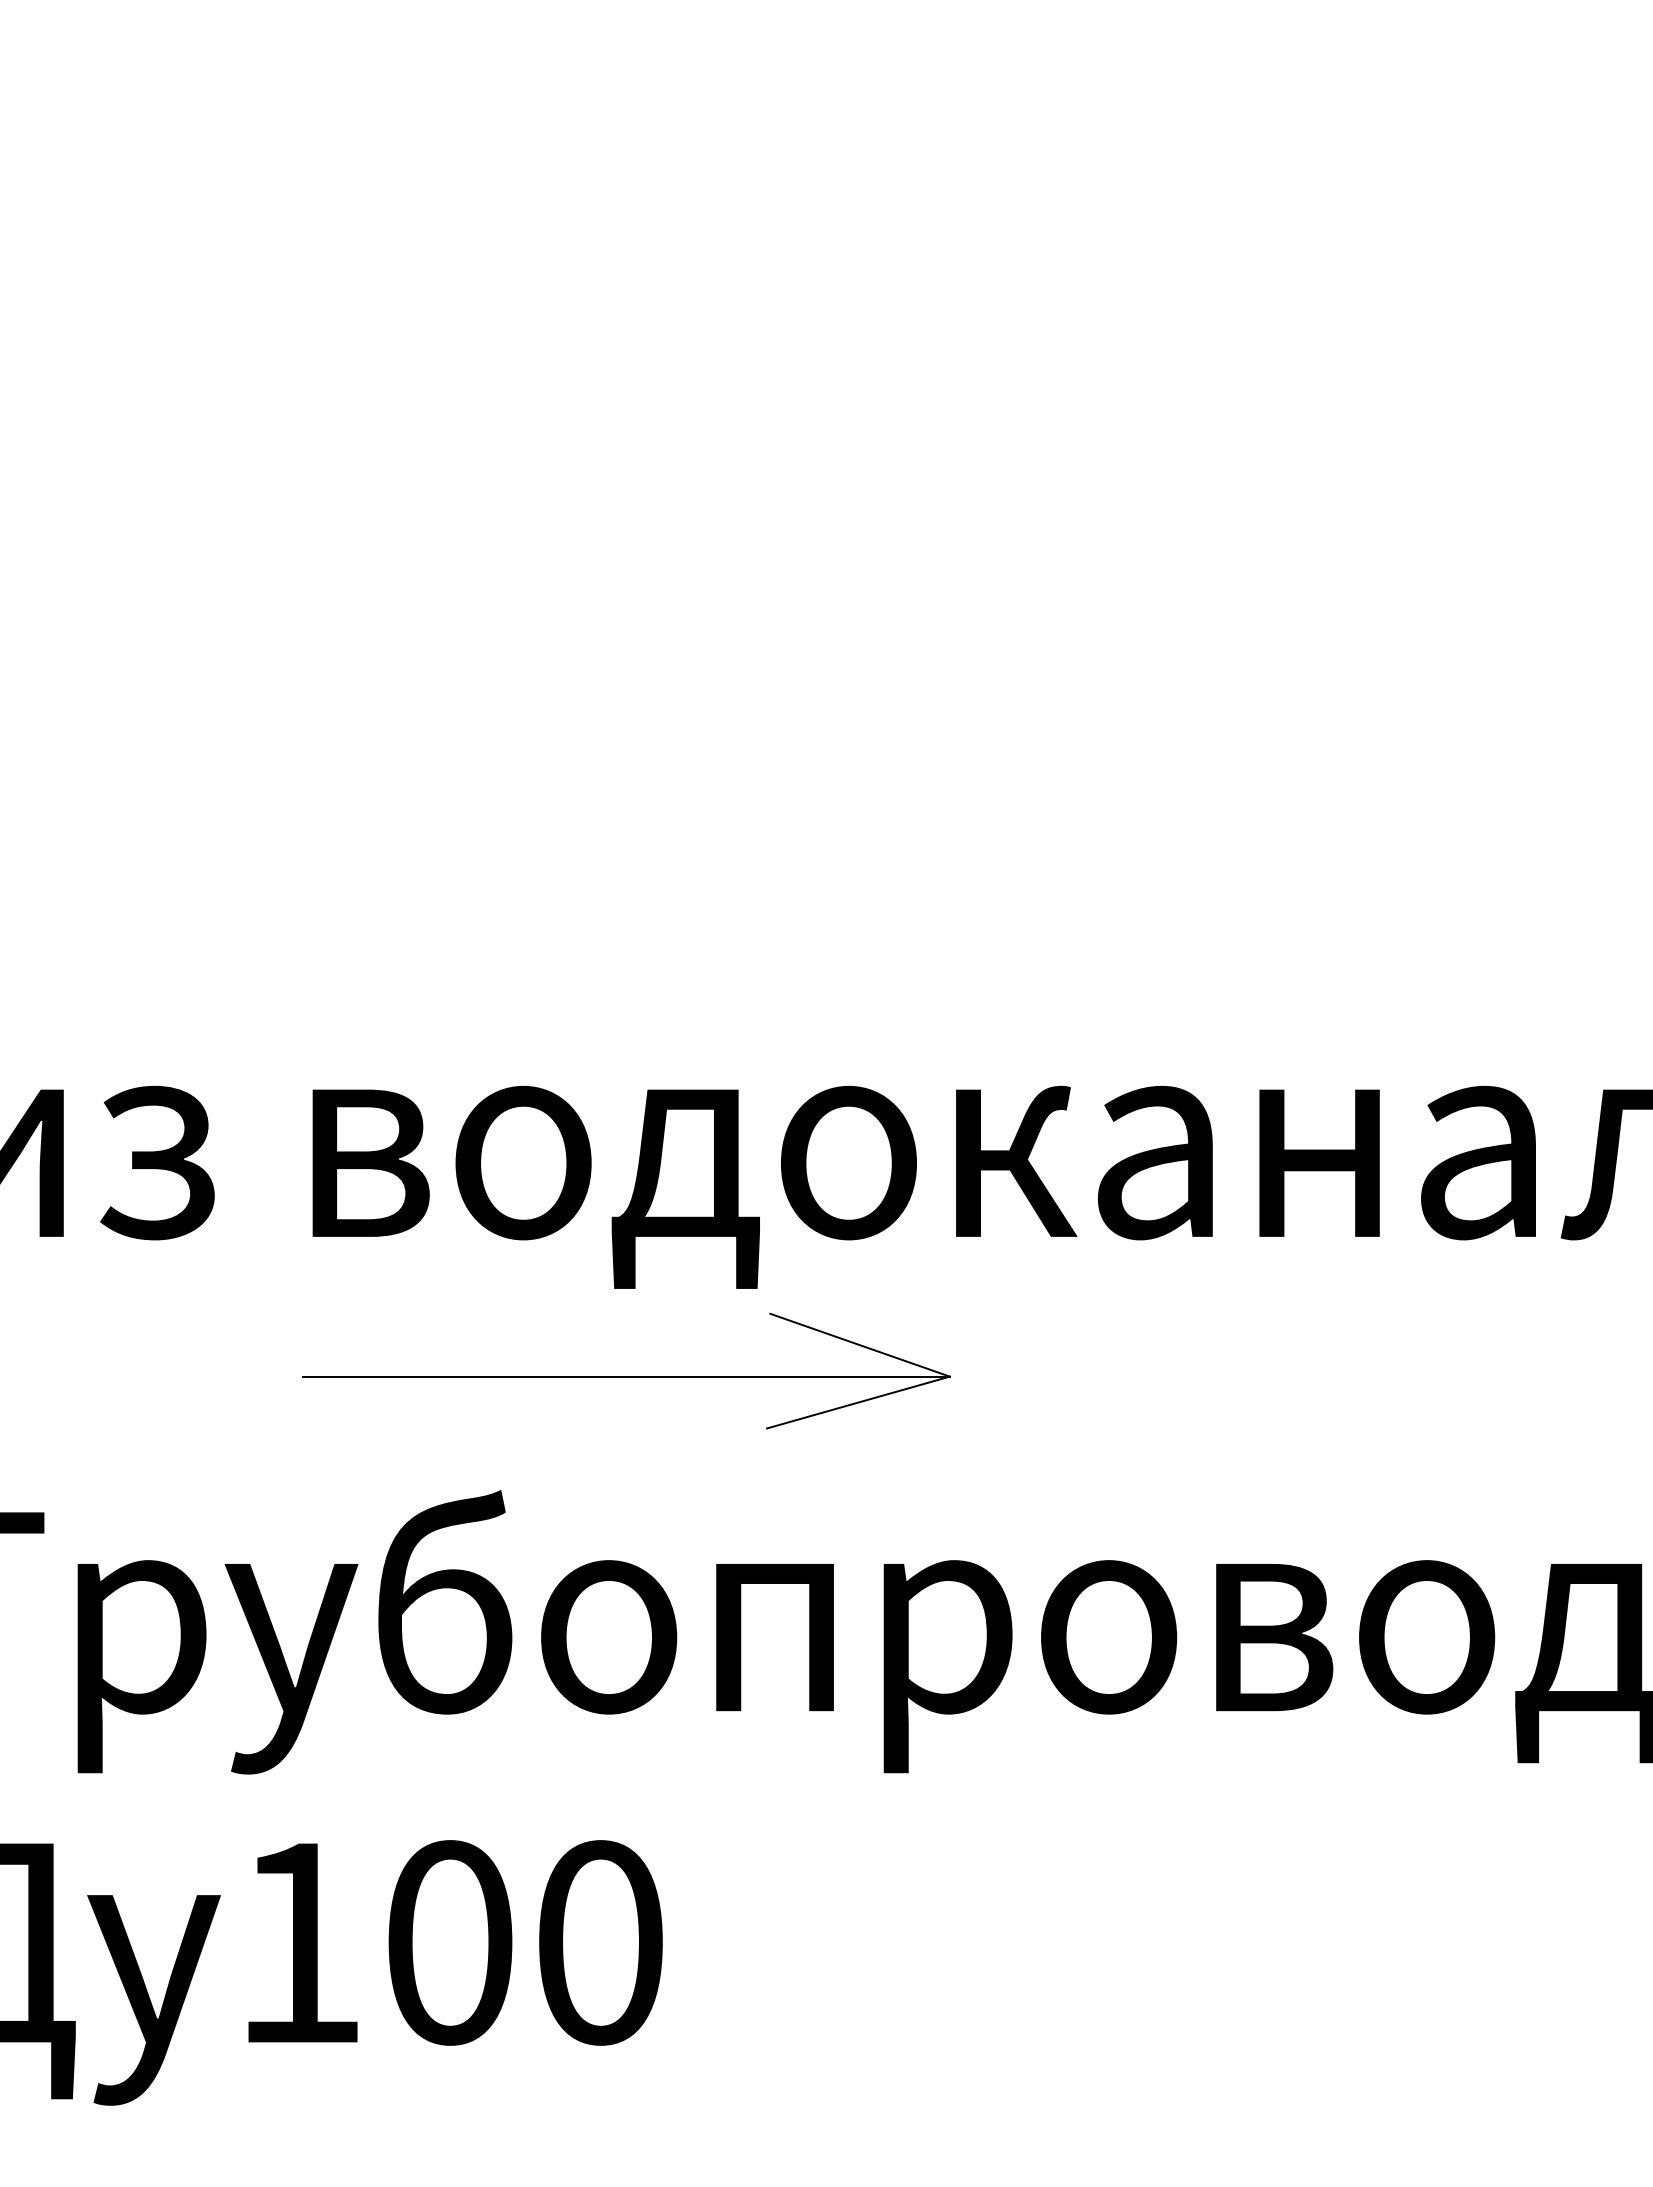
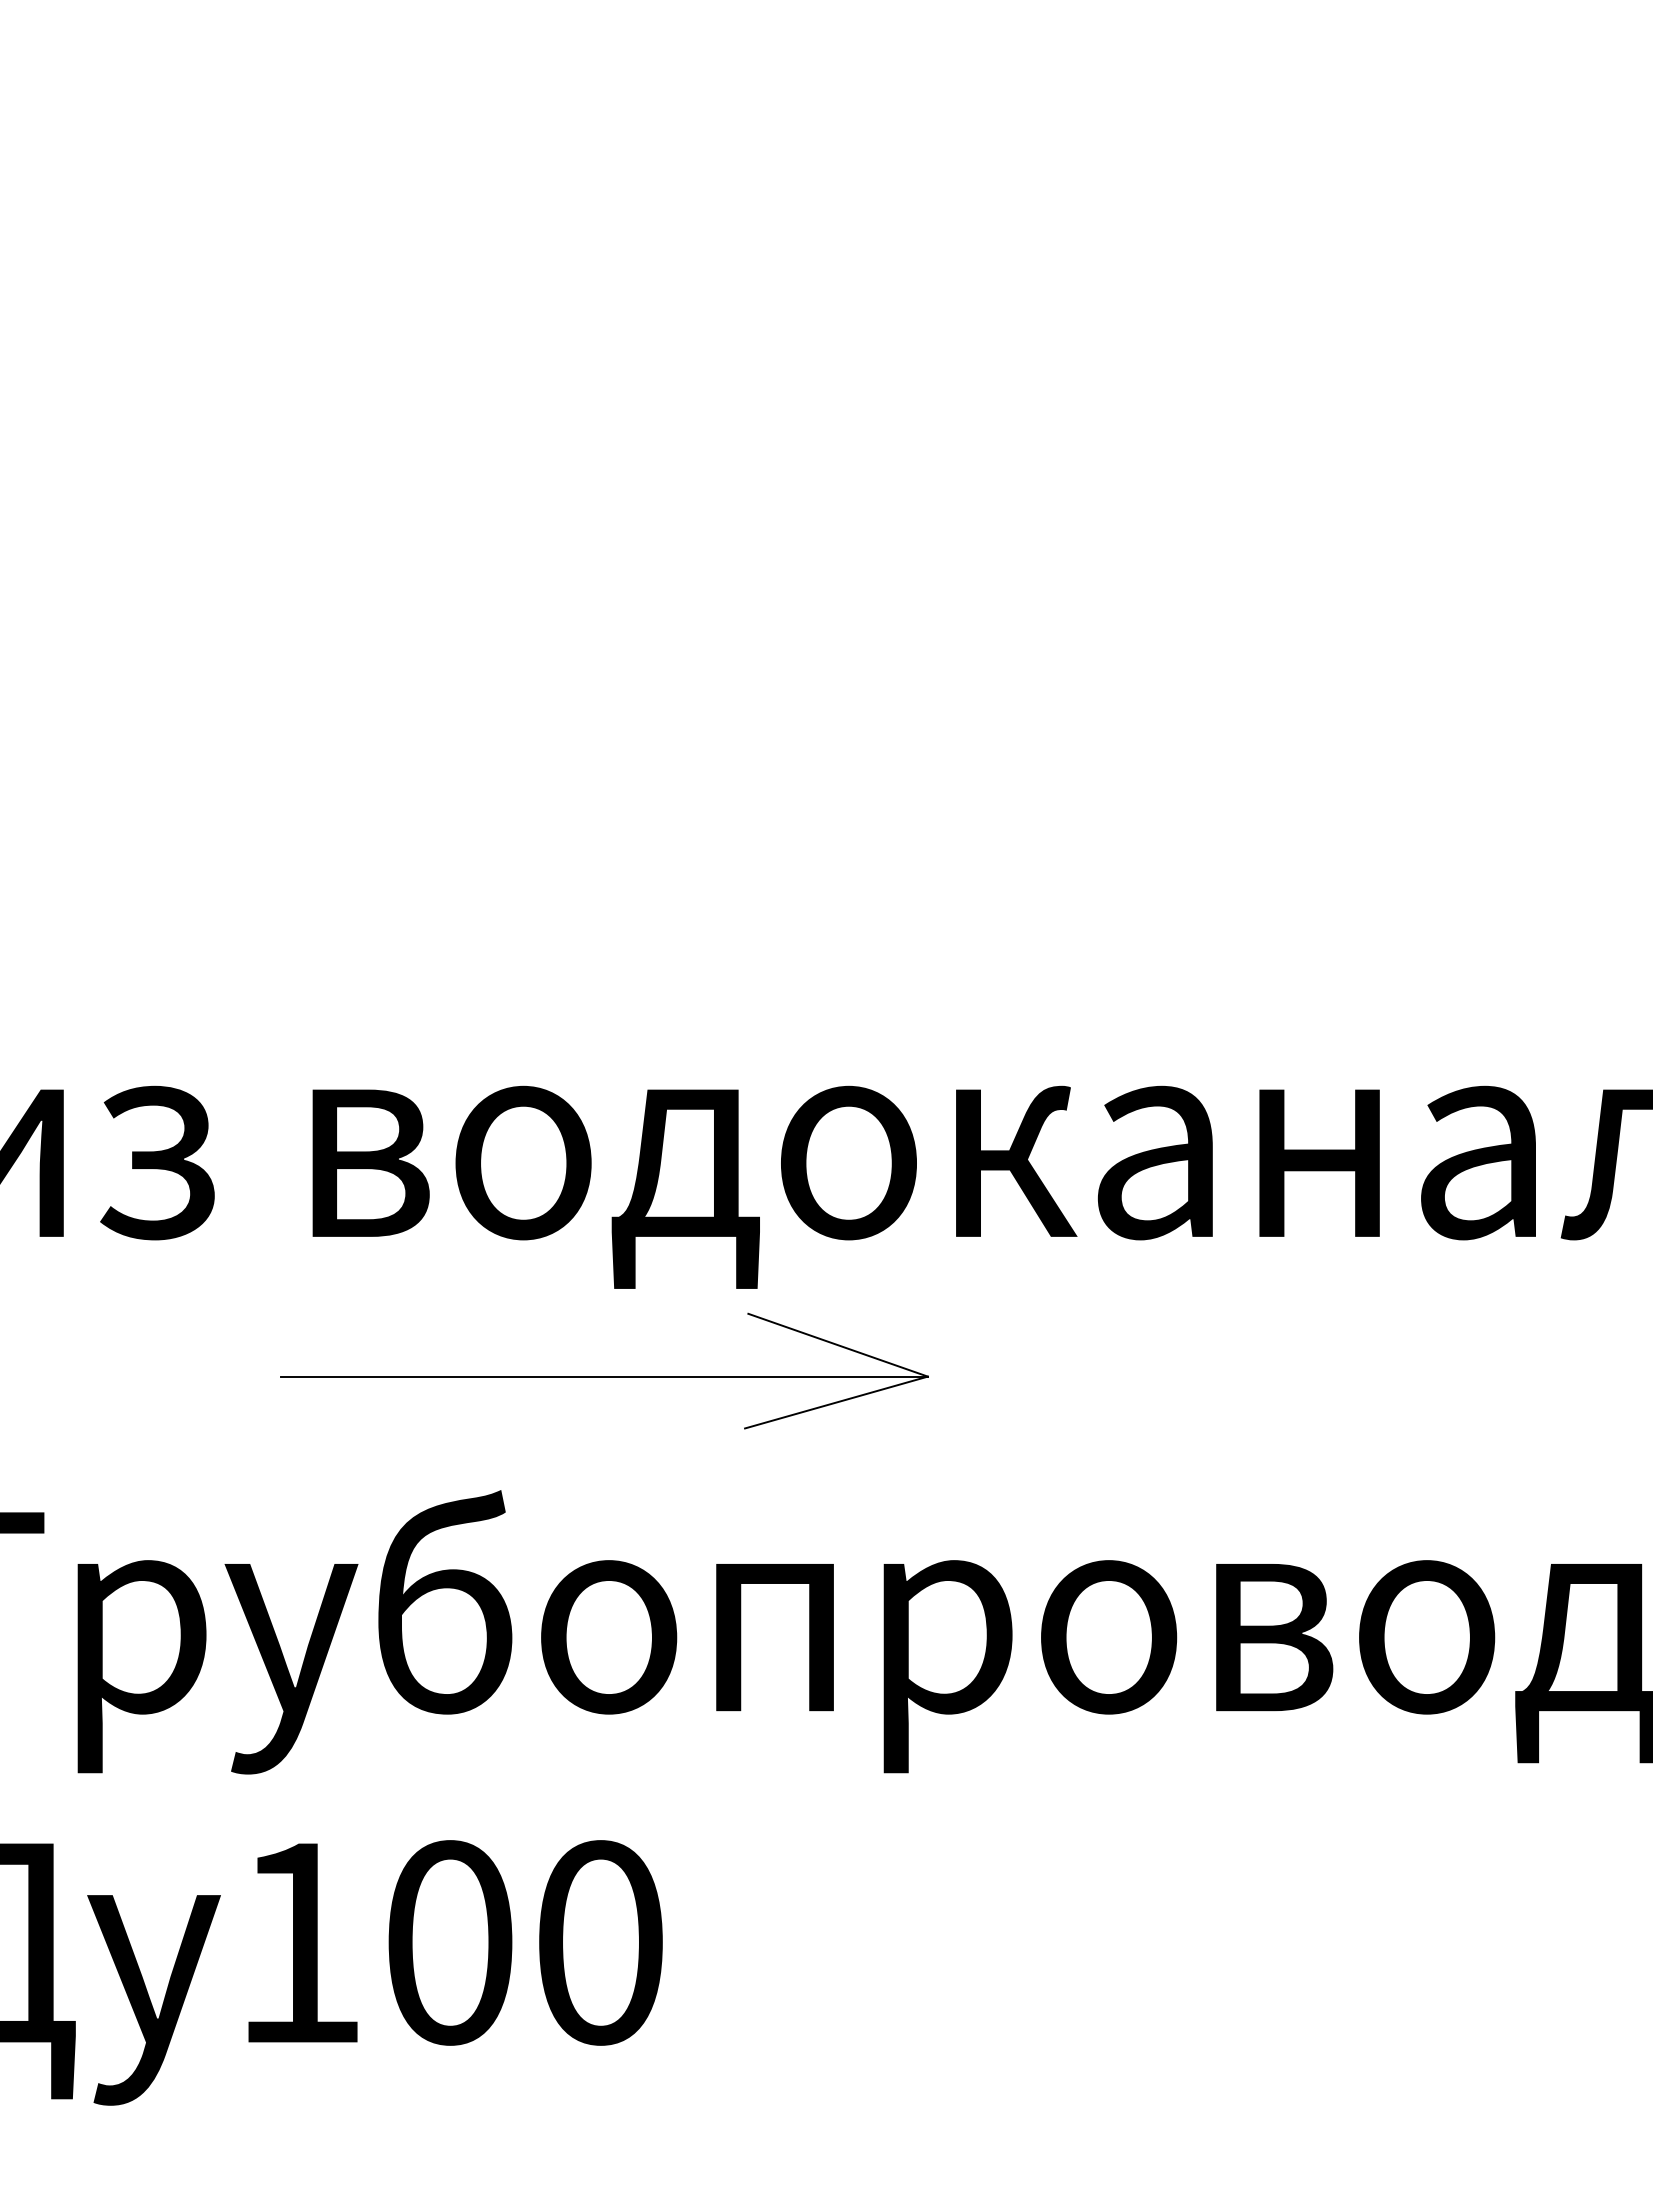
part at (626, 1370) position: (626, 1370) -> (604, 1370)
